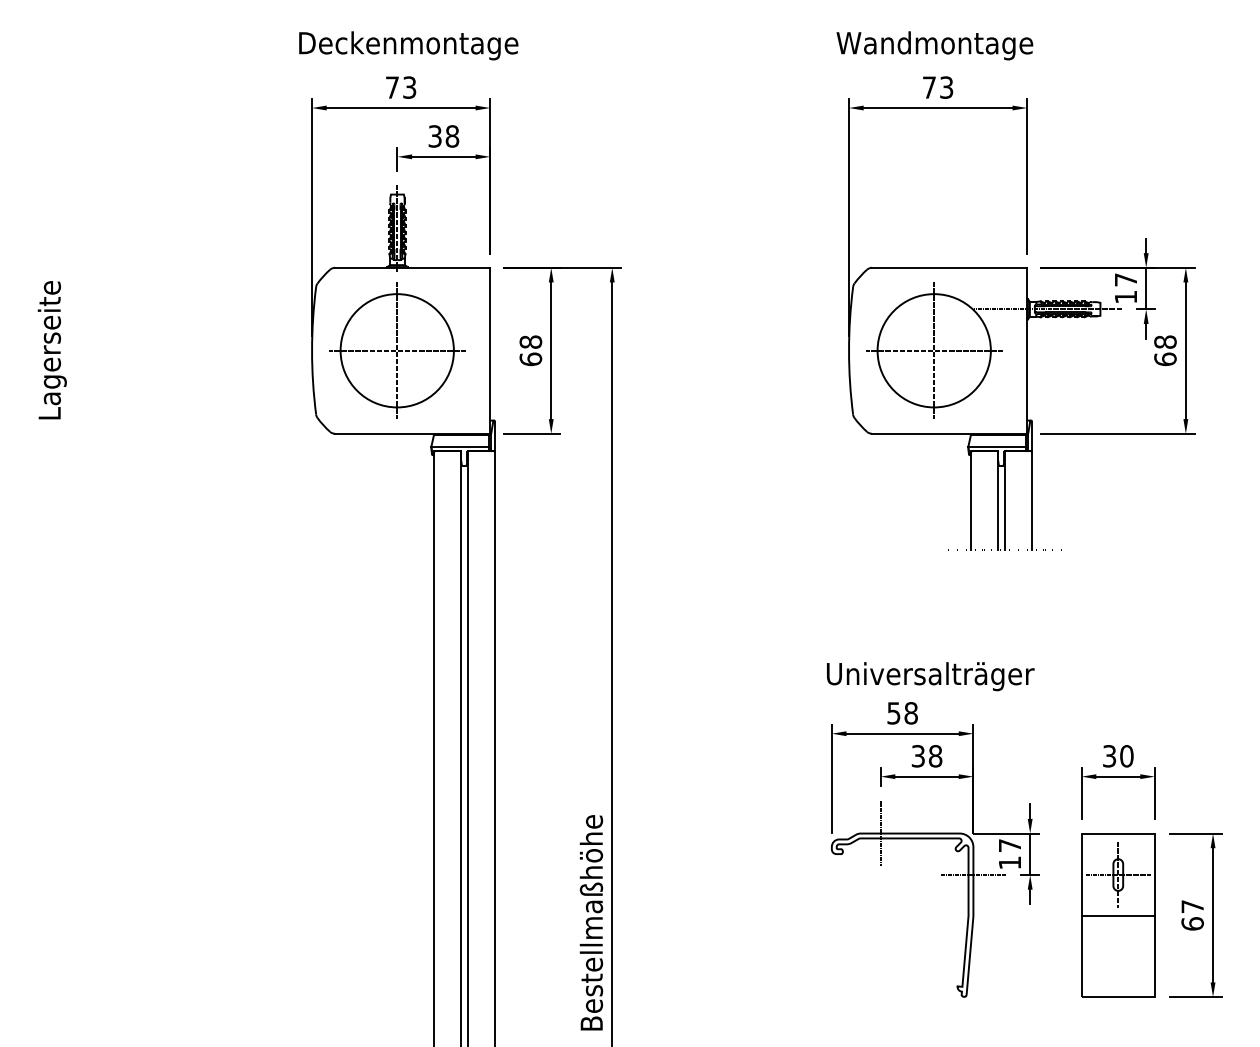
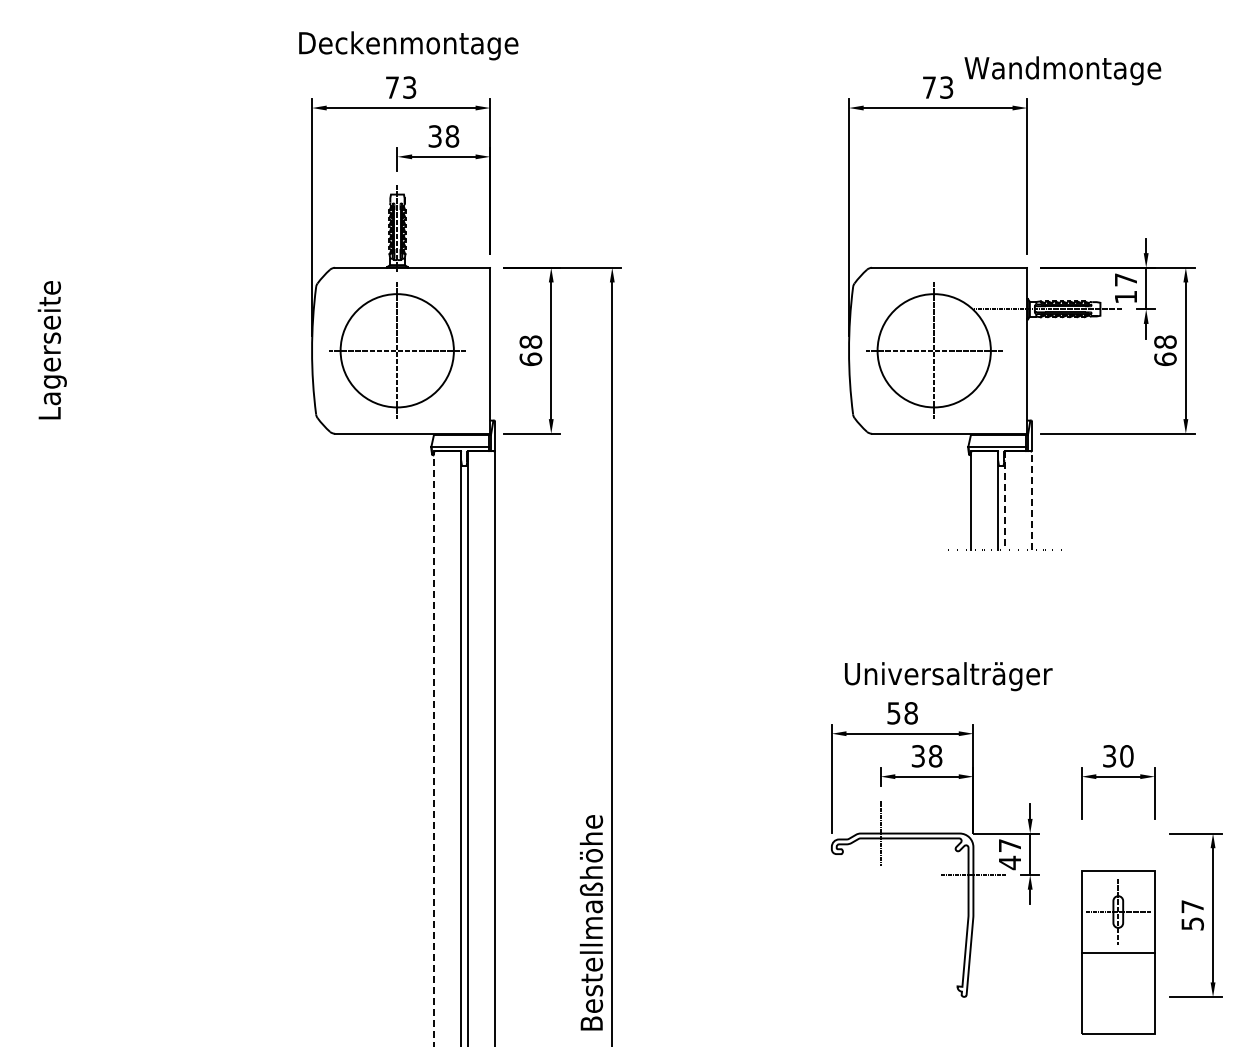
text at (934, 45) position: (934, 45) -> (1062, 70)
line at (1004, 500): solid -> dashed
line at (1031, 500): solid -> dashed
text at (930, 676) position: (930, 676) -> (948, 676)
line at (433, 748): solid -> dashed
text at (1009, 862): 17 -> 47
part at (1118, 915) position: (1118, 915) -> (1118, 952)
text at (1192, 923): 67 -> 57
